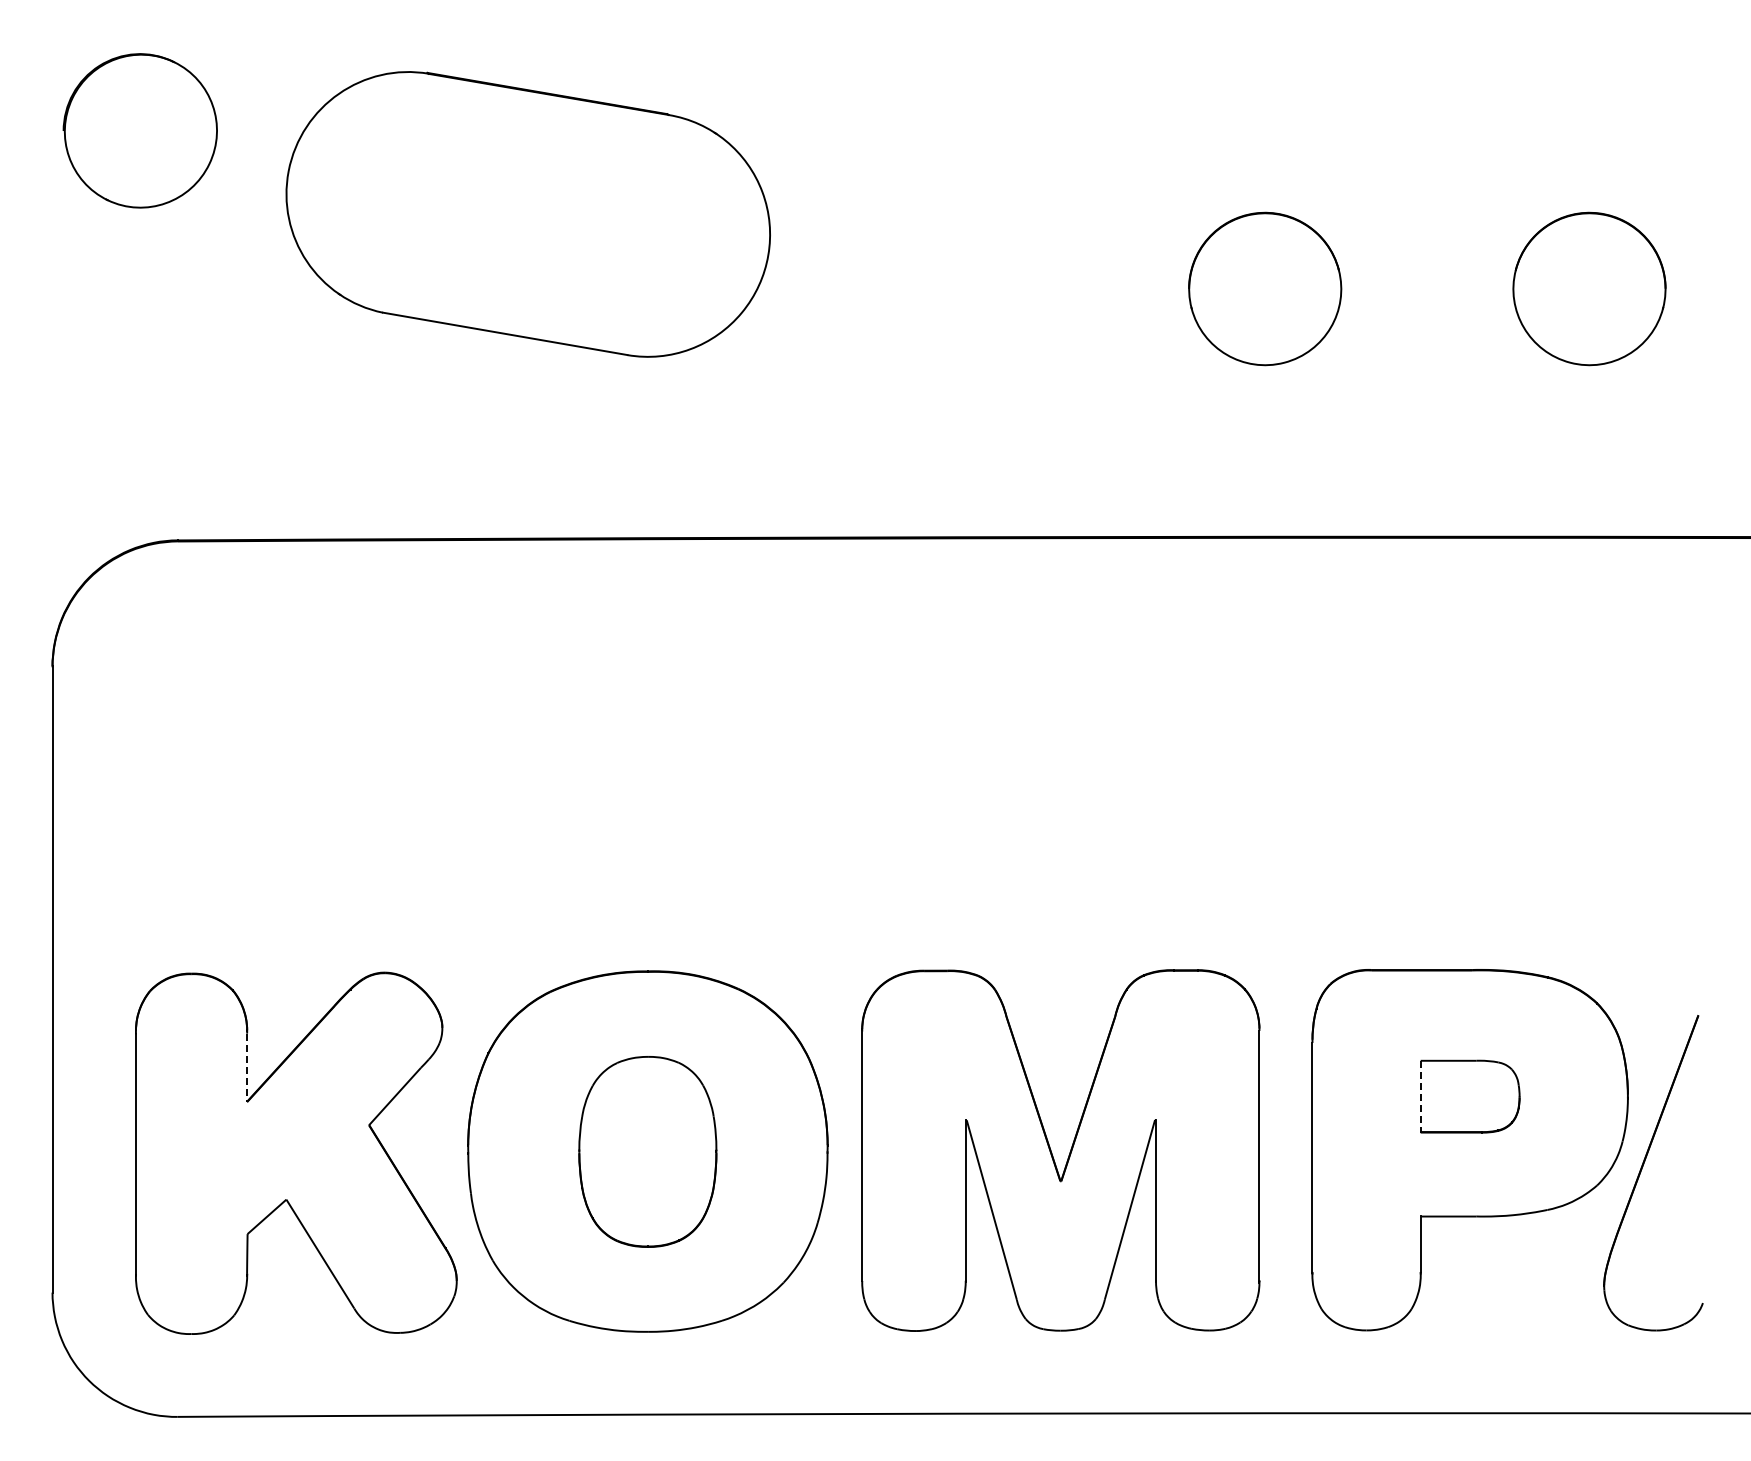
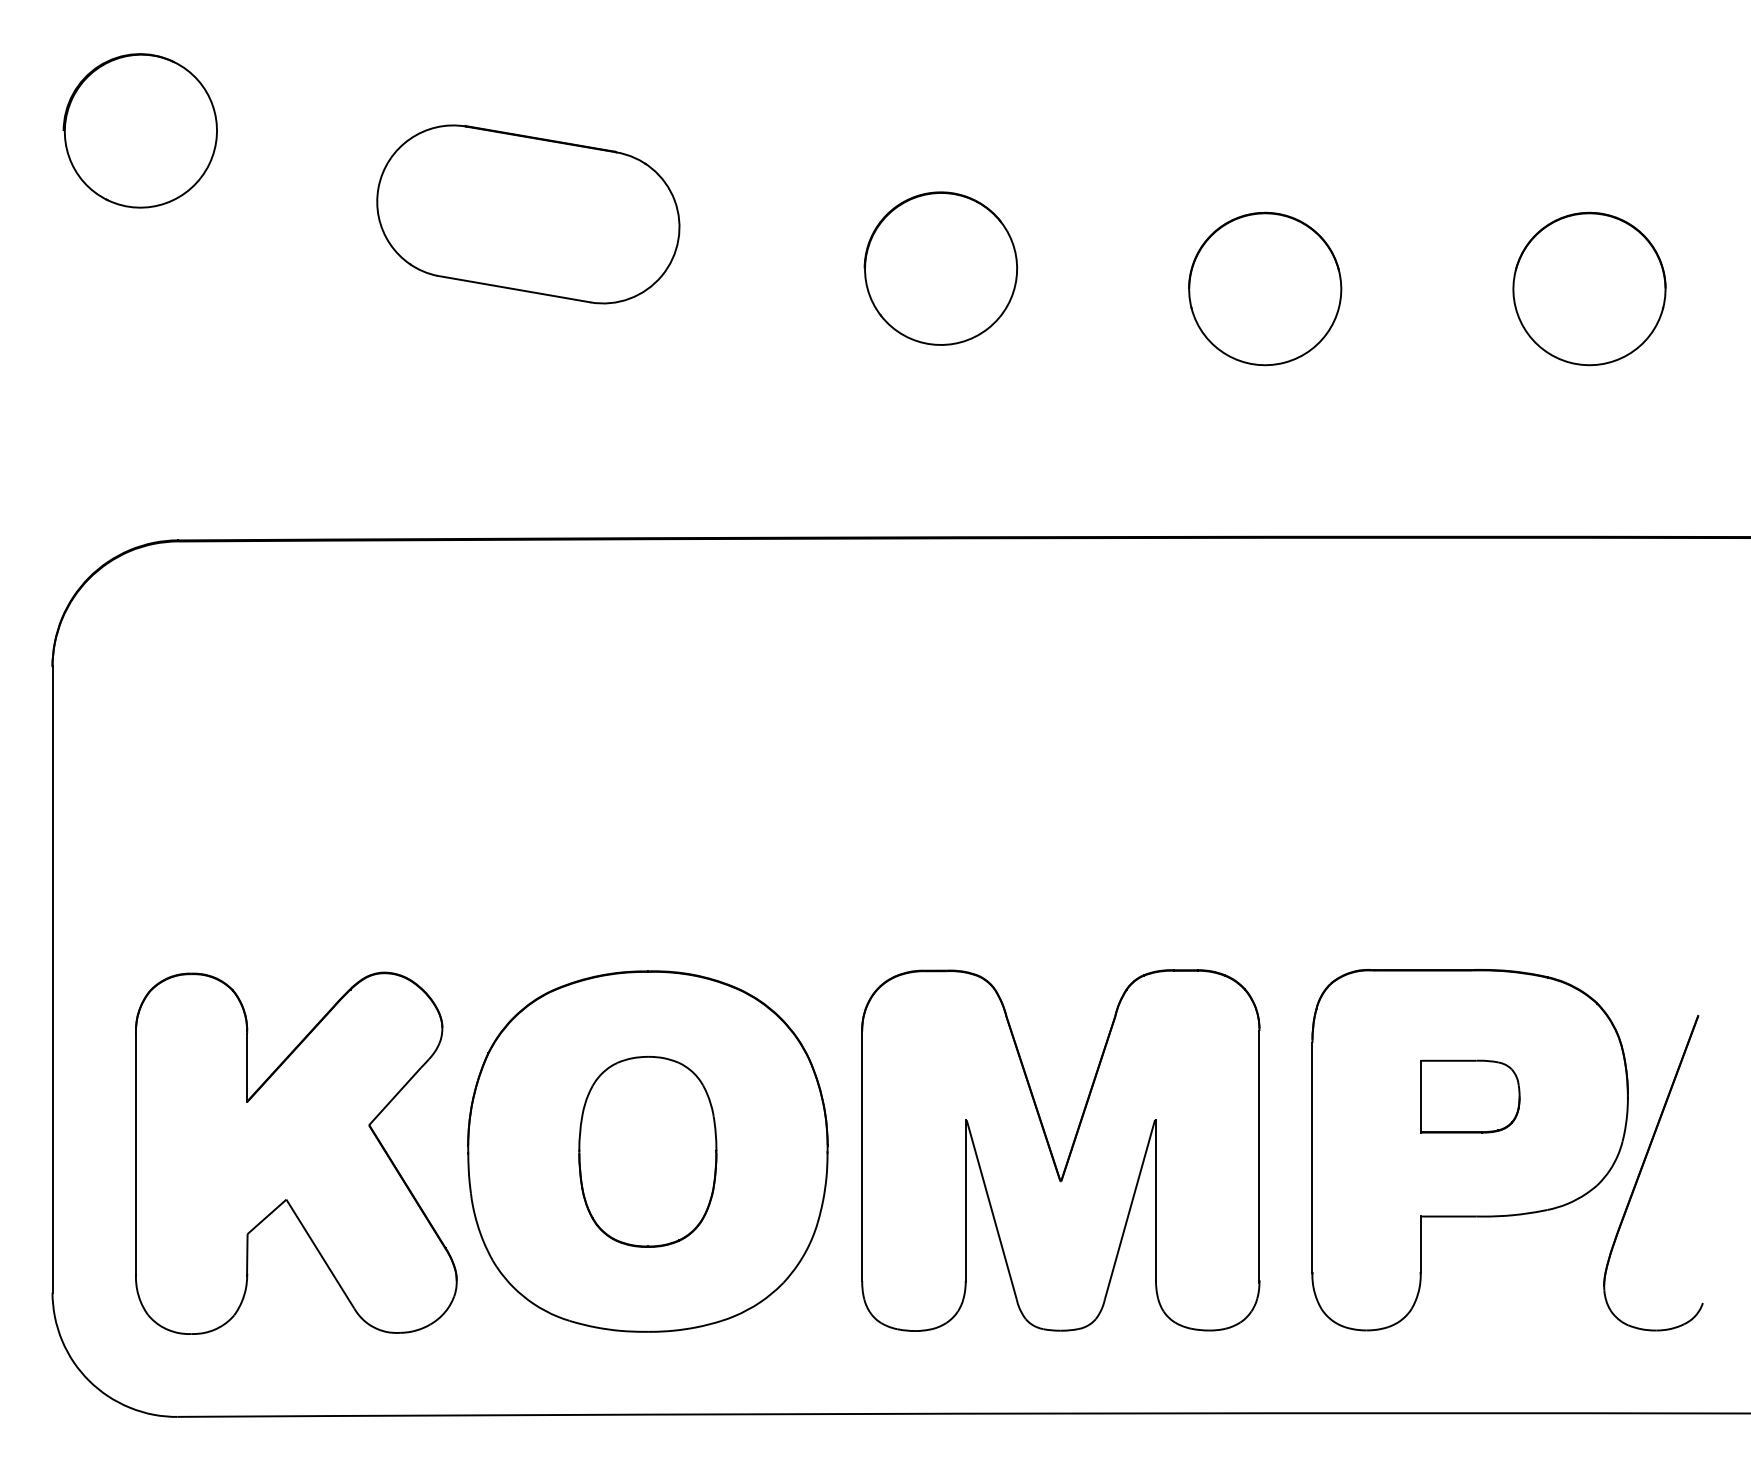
part at (527, 214) size: 486x287 px -> 305x181 px
part at (940, 268): none -> present
line at (247, 1068): dashed -> solid
line at (1420, 1096): dashed -> solid
